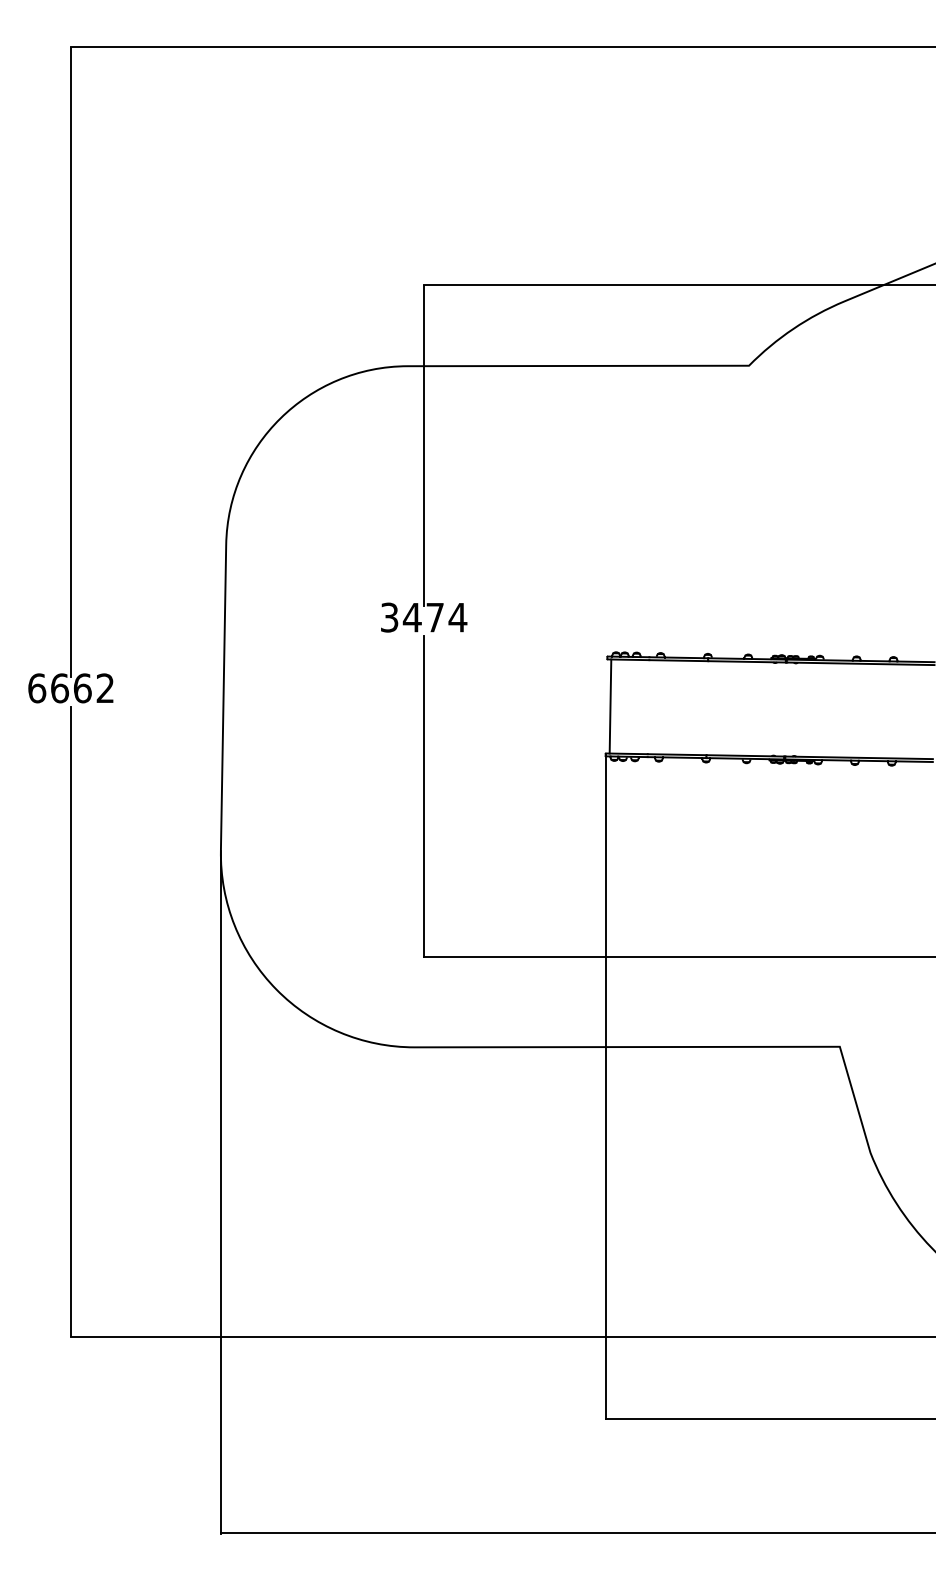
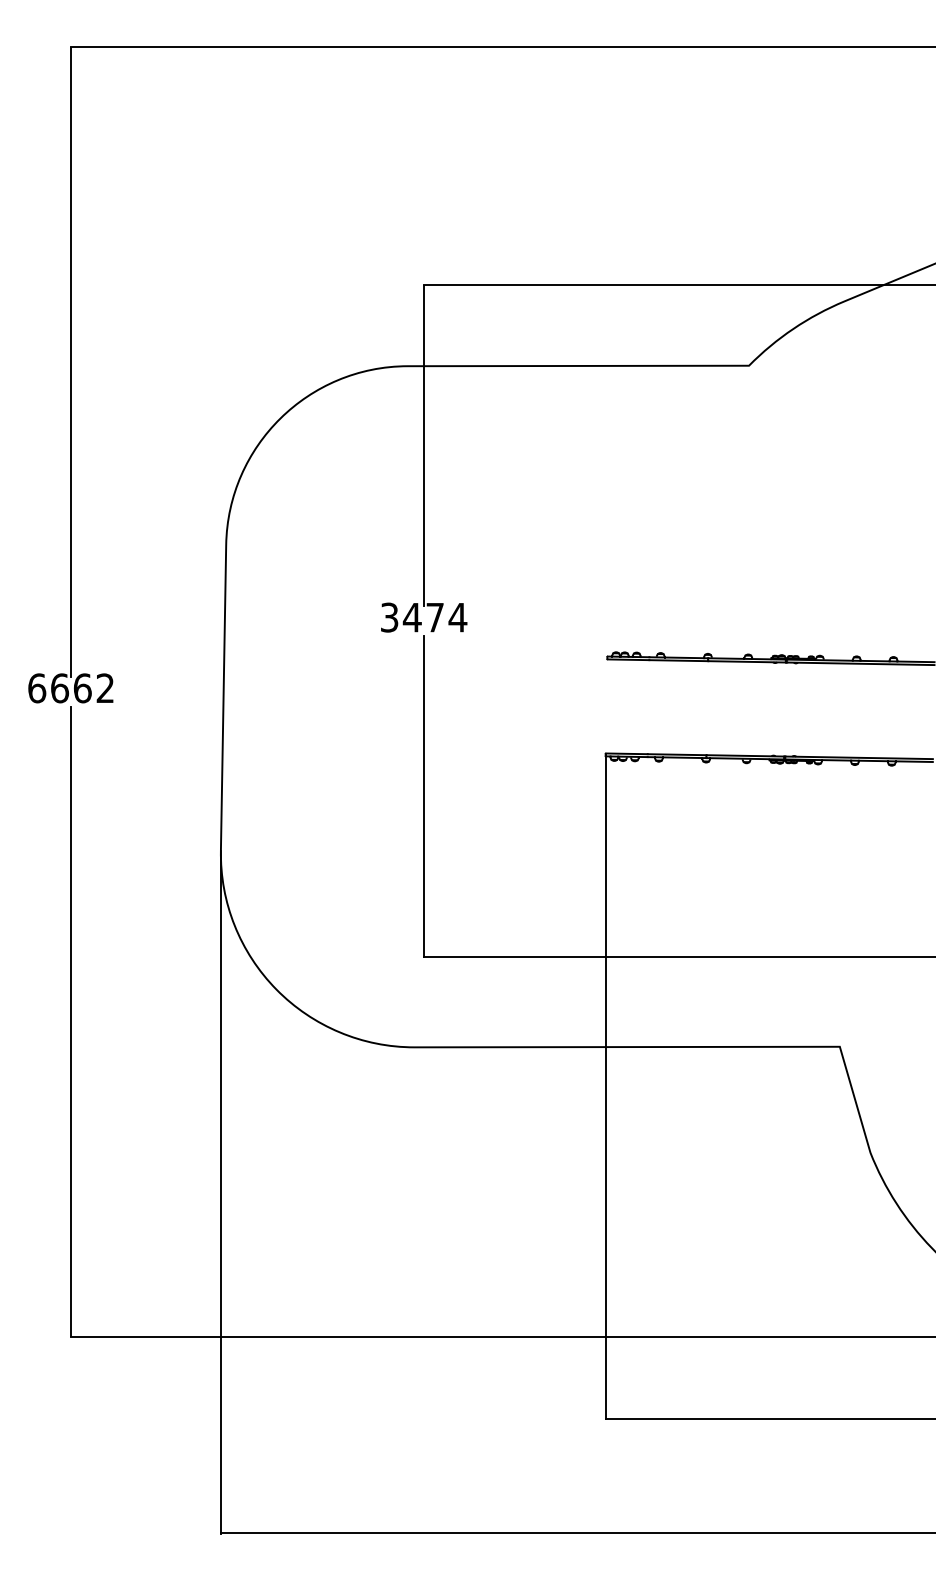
line at (610, 706): present -> none
